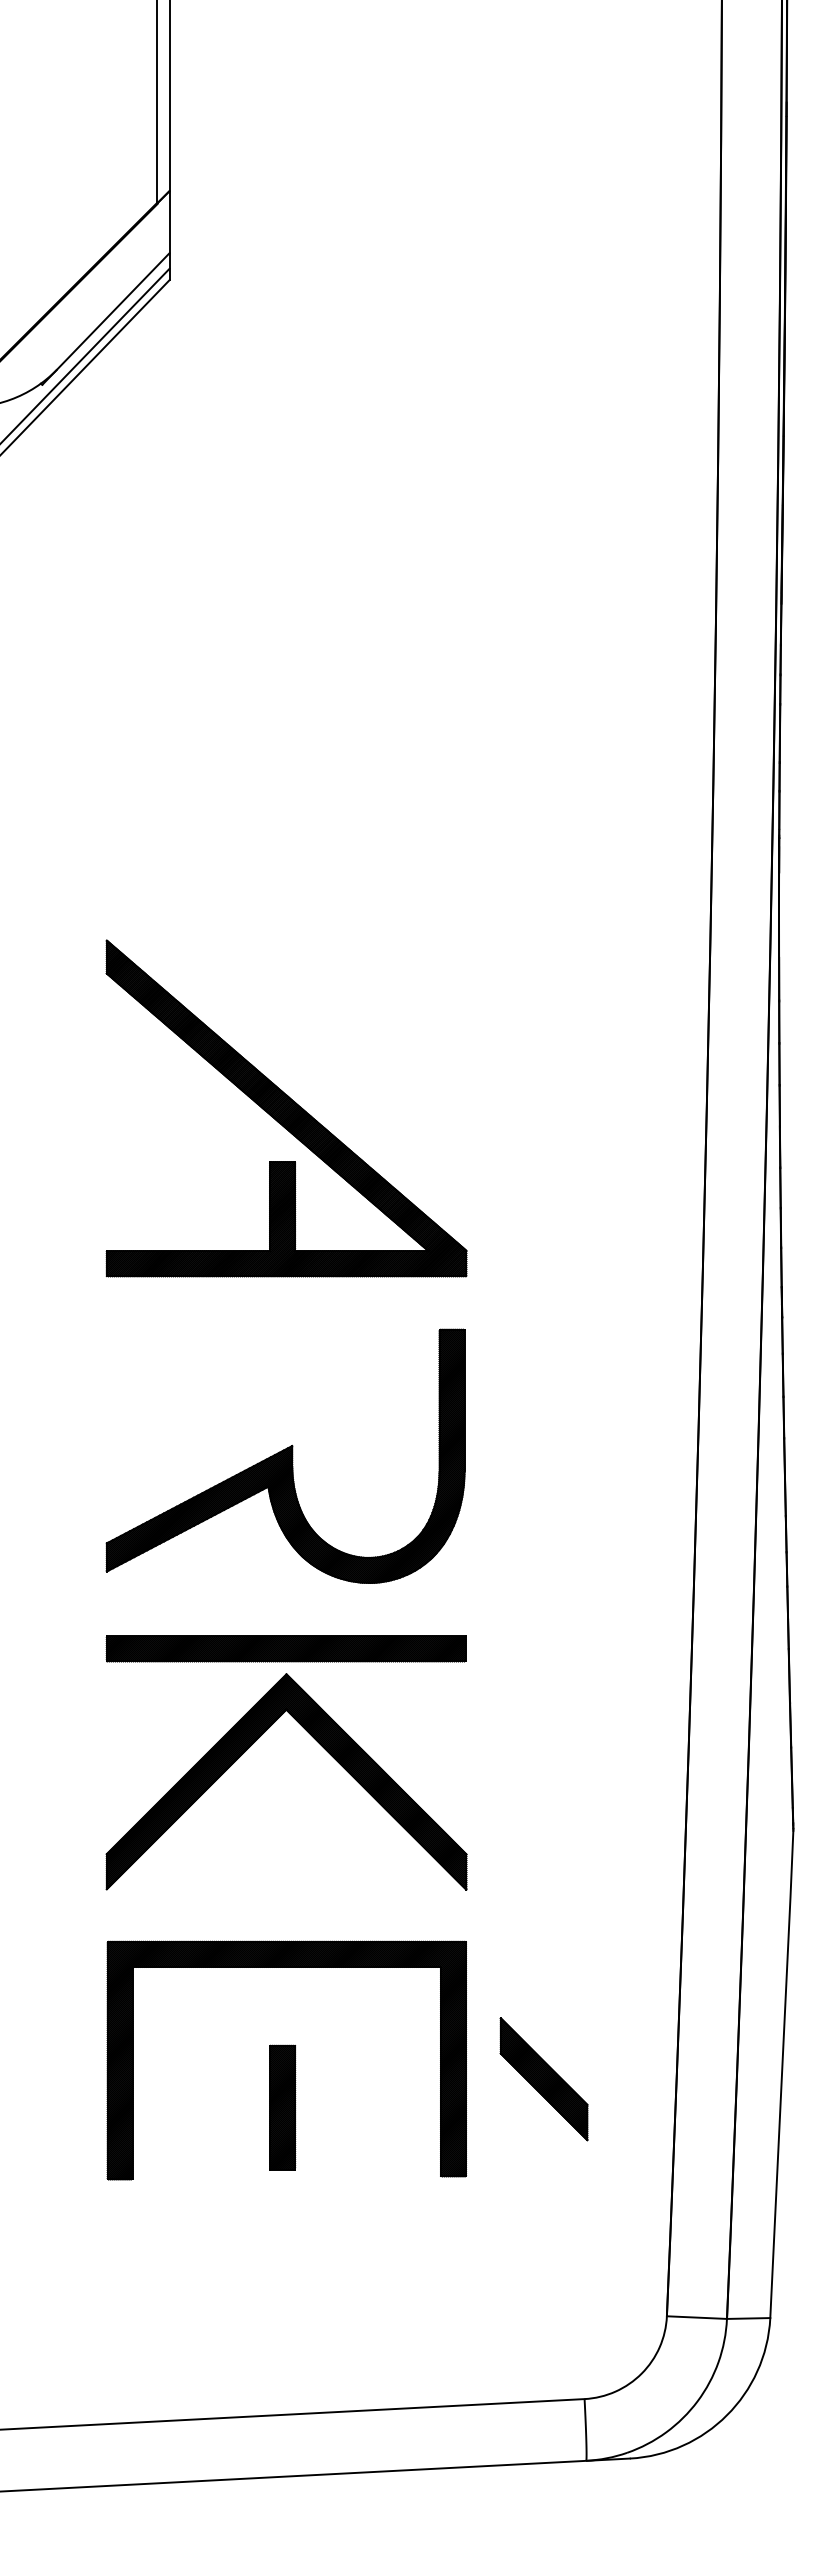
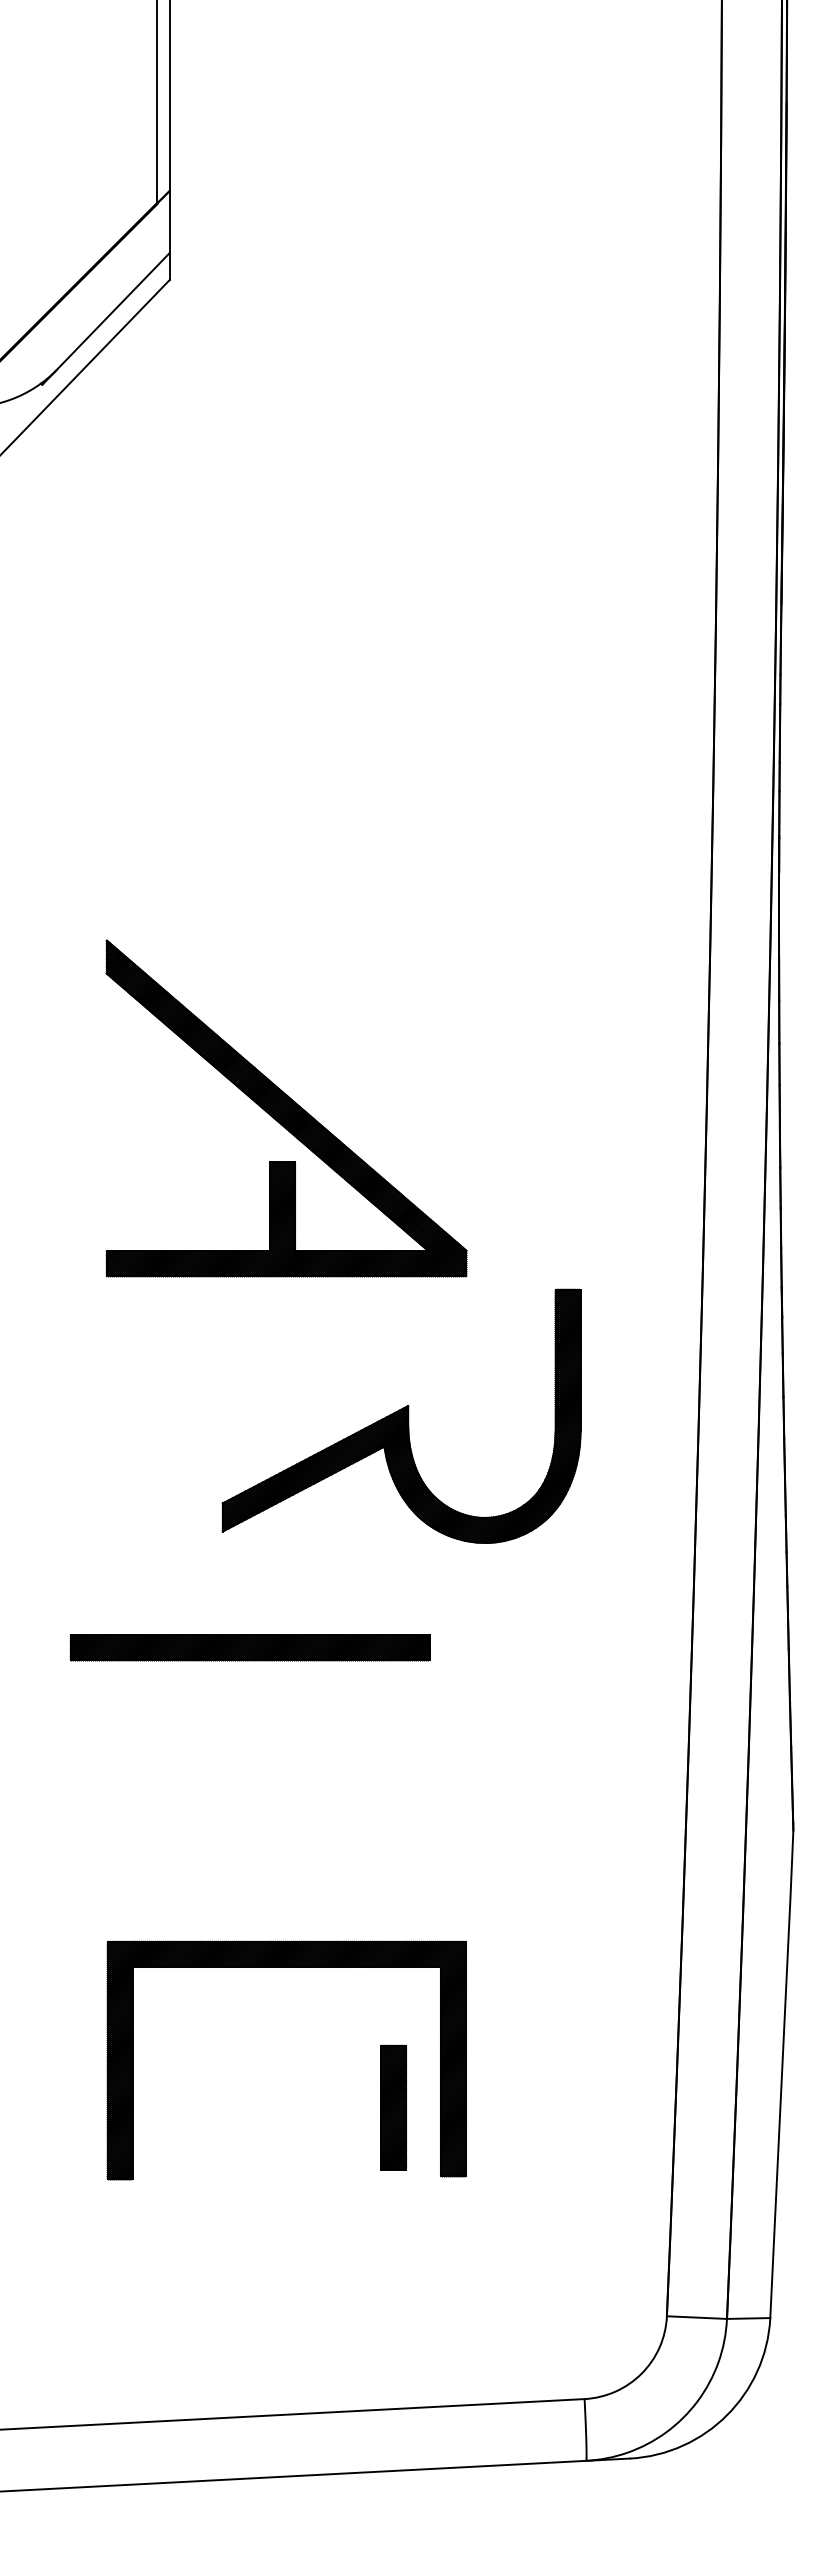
line at (85, 355): present -> none
part at (285, 1455) position: (285, 1455) -> (401, 1415)
part at (285, 1648) position: (285, 1648) -> (249, 1647)
part at (251, 1746): present -> none
part at (543, 2079): present -> none
part at (282, 2107) position: (282, 2107) -> (393, 2107)
